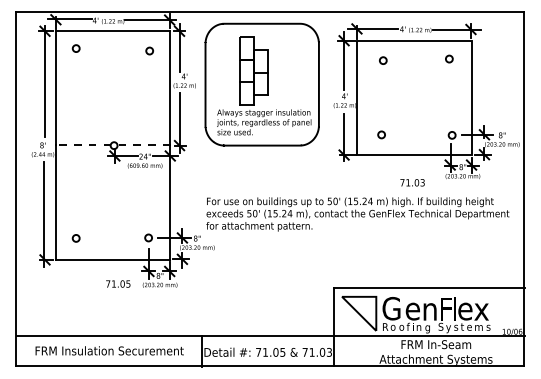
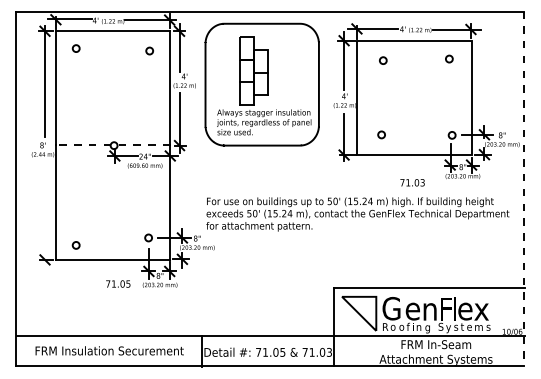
line at (524, 189): solid -> dashed
line at (44, 213): present -> none
circle at (75, 238) position: (75, 238) -> (75, 245)
